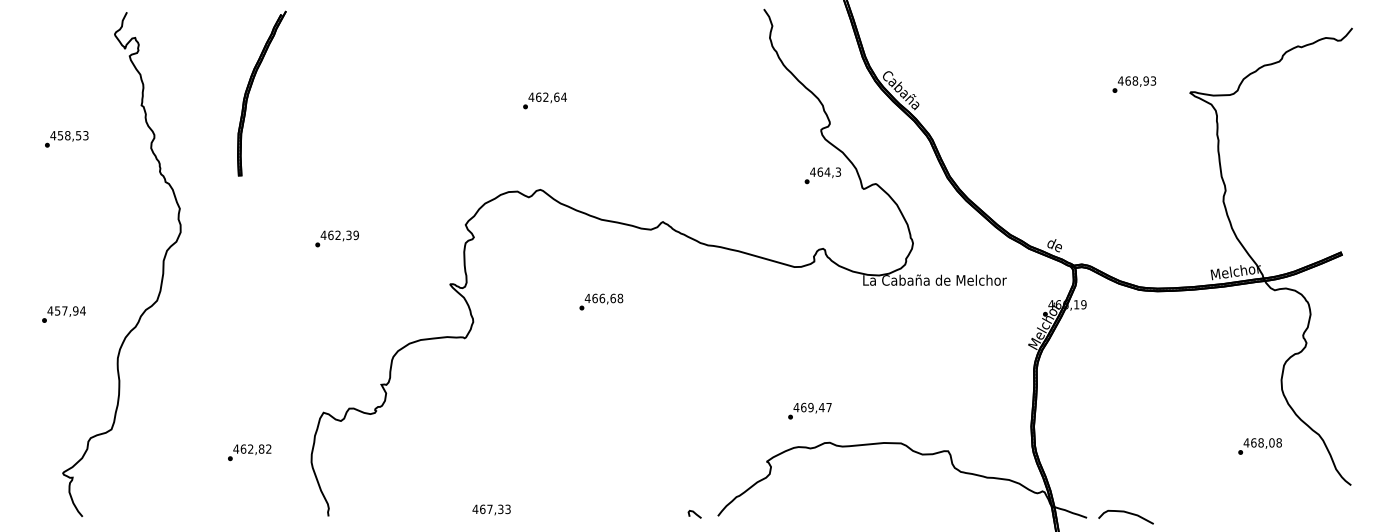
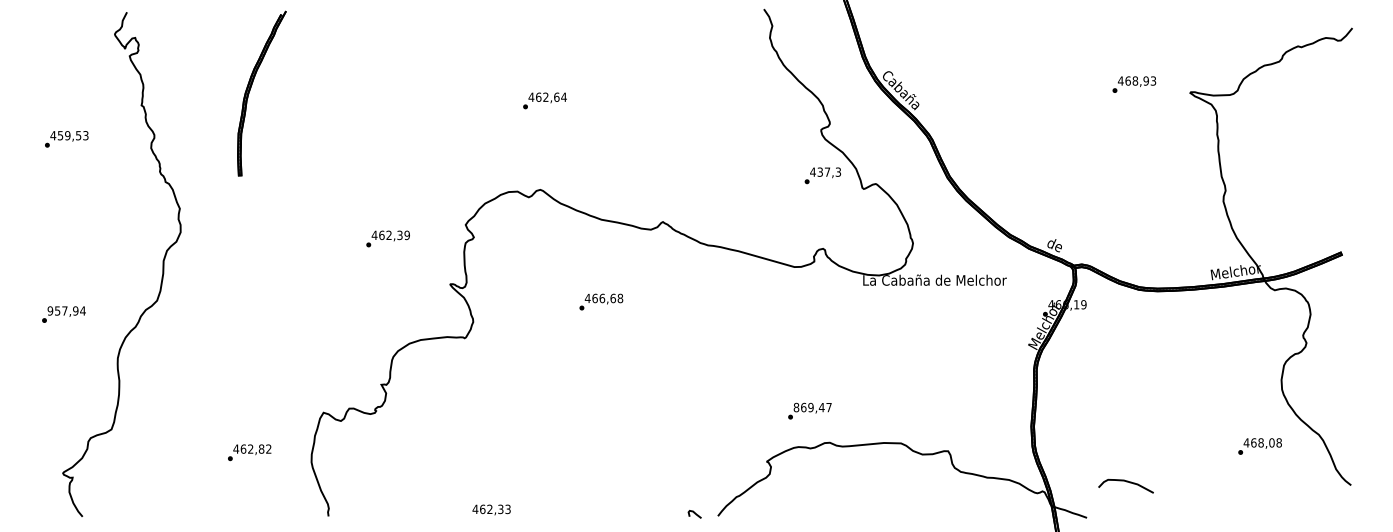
text at (67, 135): 458,53 -> 459,53
text at (823, 171): 464,3 -> 437,3
text at (336, 238) position: (336, 238) -> (387, 238)
text at (50, 310): 457,94 -> 957,94
text at (796, 407): 469,47 -> 869,47
text at (489, 508): 467,33 -> 462,33
curve at (1126, 513) position: (1126, 513) -> (1126, 482)
